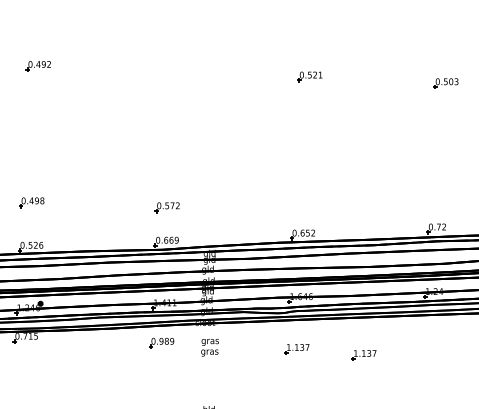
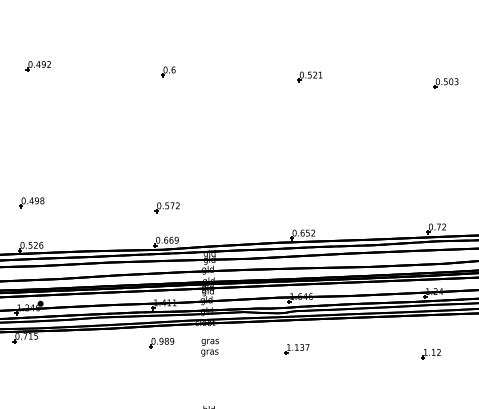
part at (168, 71): none -> present
part at (430, 354): none -> present
part at (363, 355): present -> none
